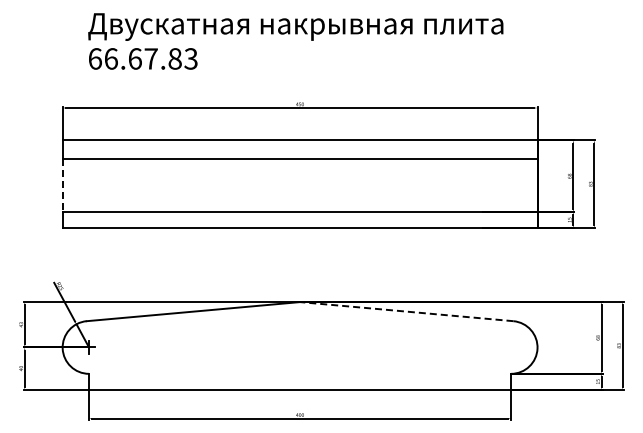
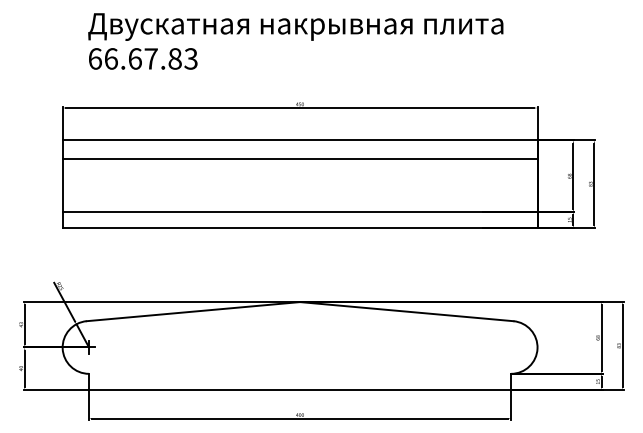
line at (62, 186): dashed -> solid
line at (406, 311): dashed -> solid
